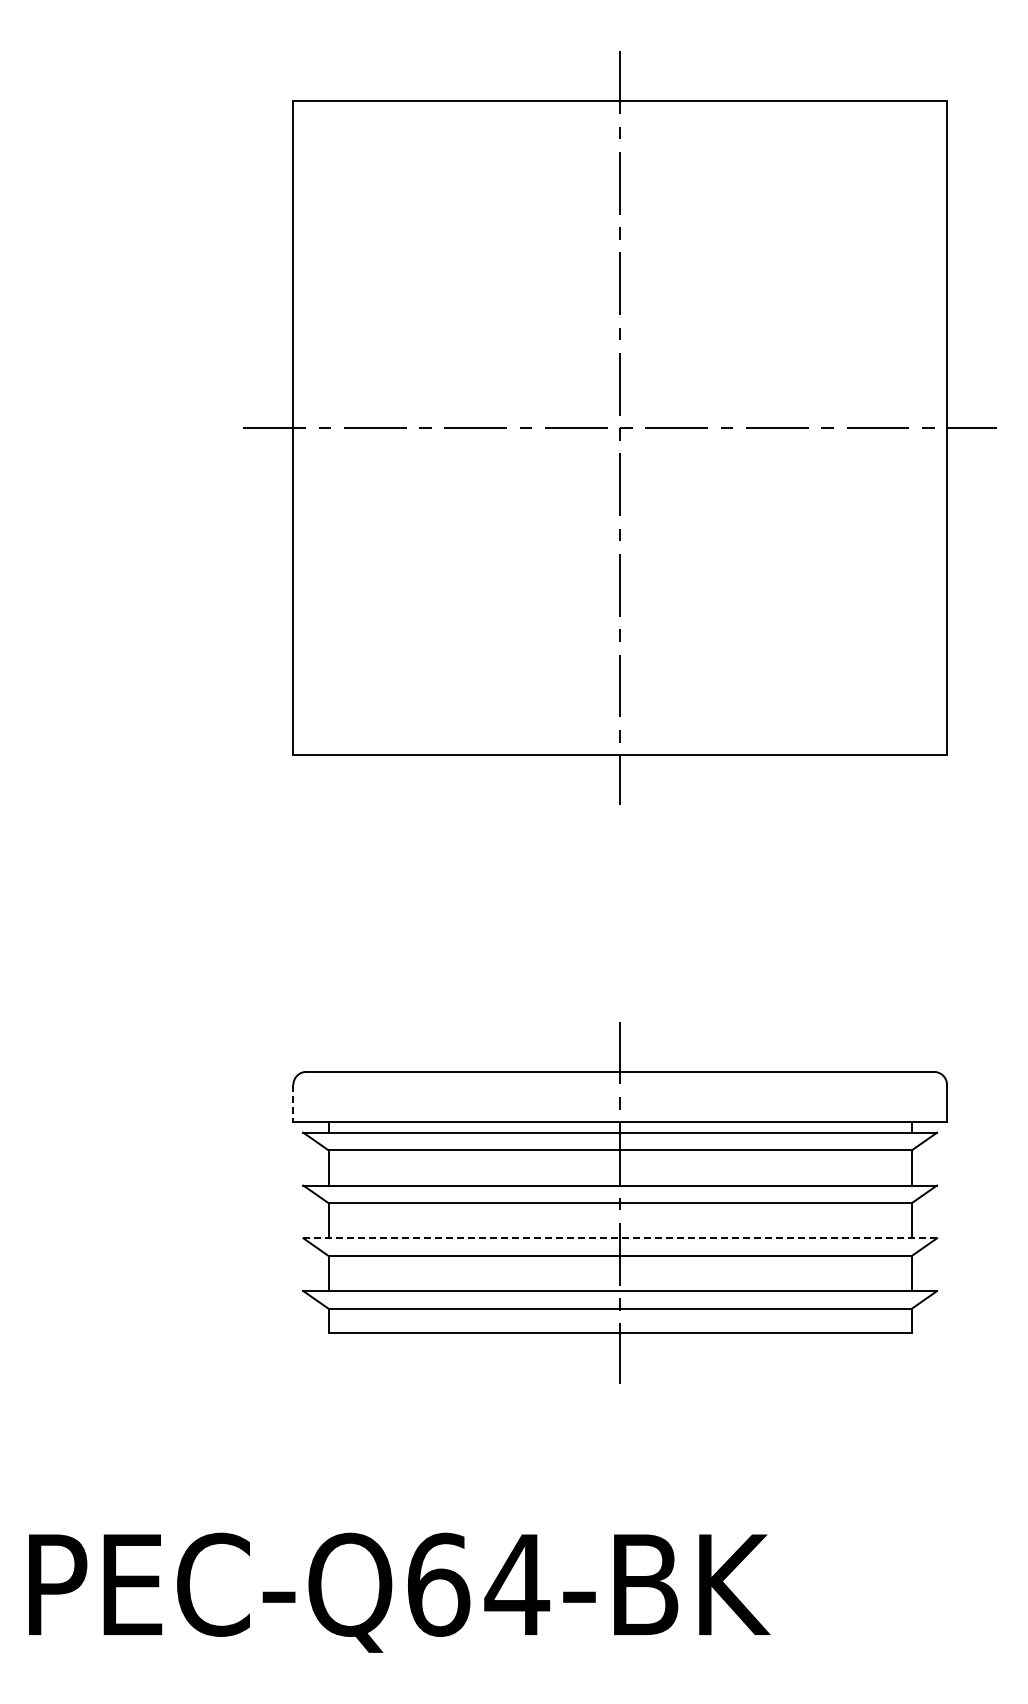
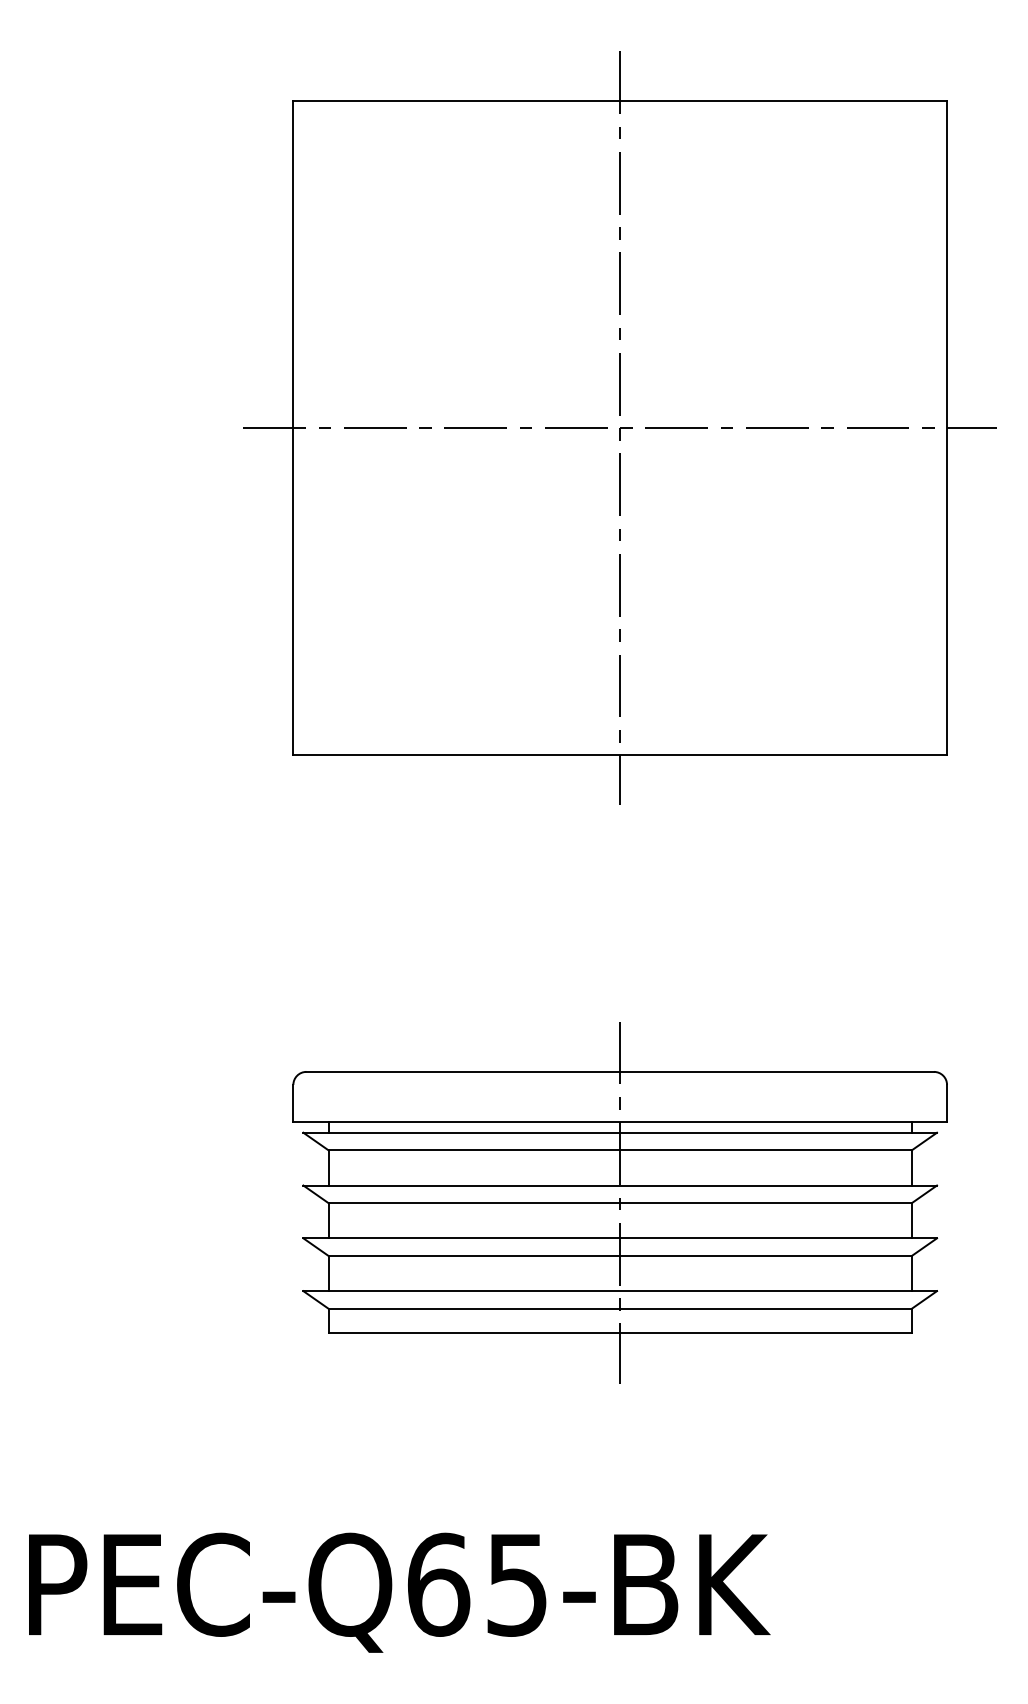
line at (293, 1103): dashed -> solid
line at (620, 1238): dashed -> solid
text at (517, 1585): PEC-Q64-BK -> PEC-Q65-BK
